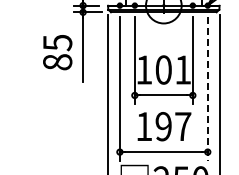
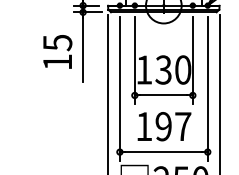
text at (57, 62): 85 -> 15
text at (173, 69): 101 -> 130
line at (207, 89): dashed -> solid
